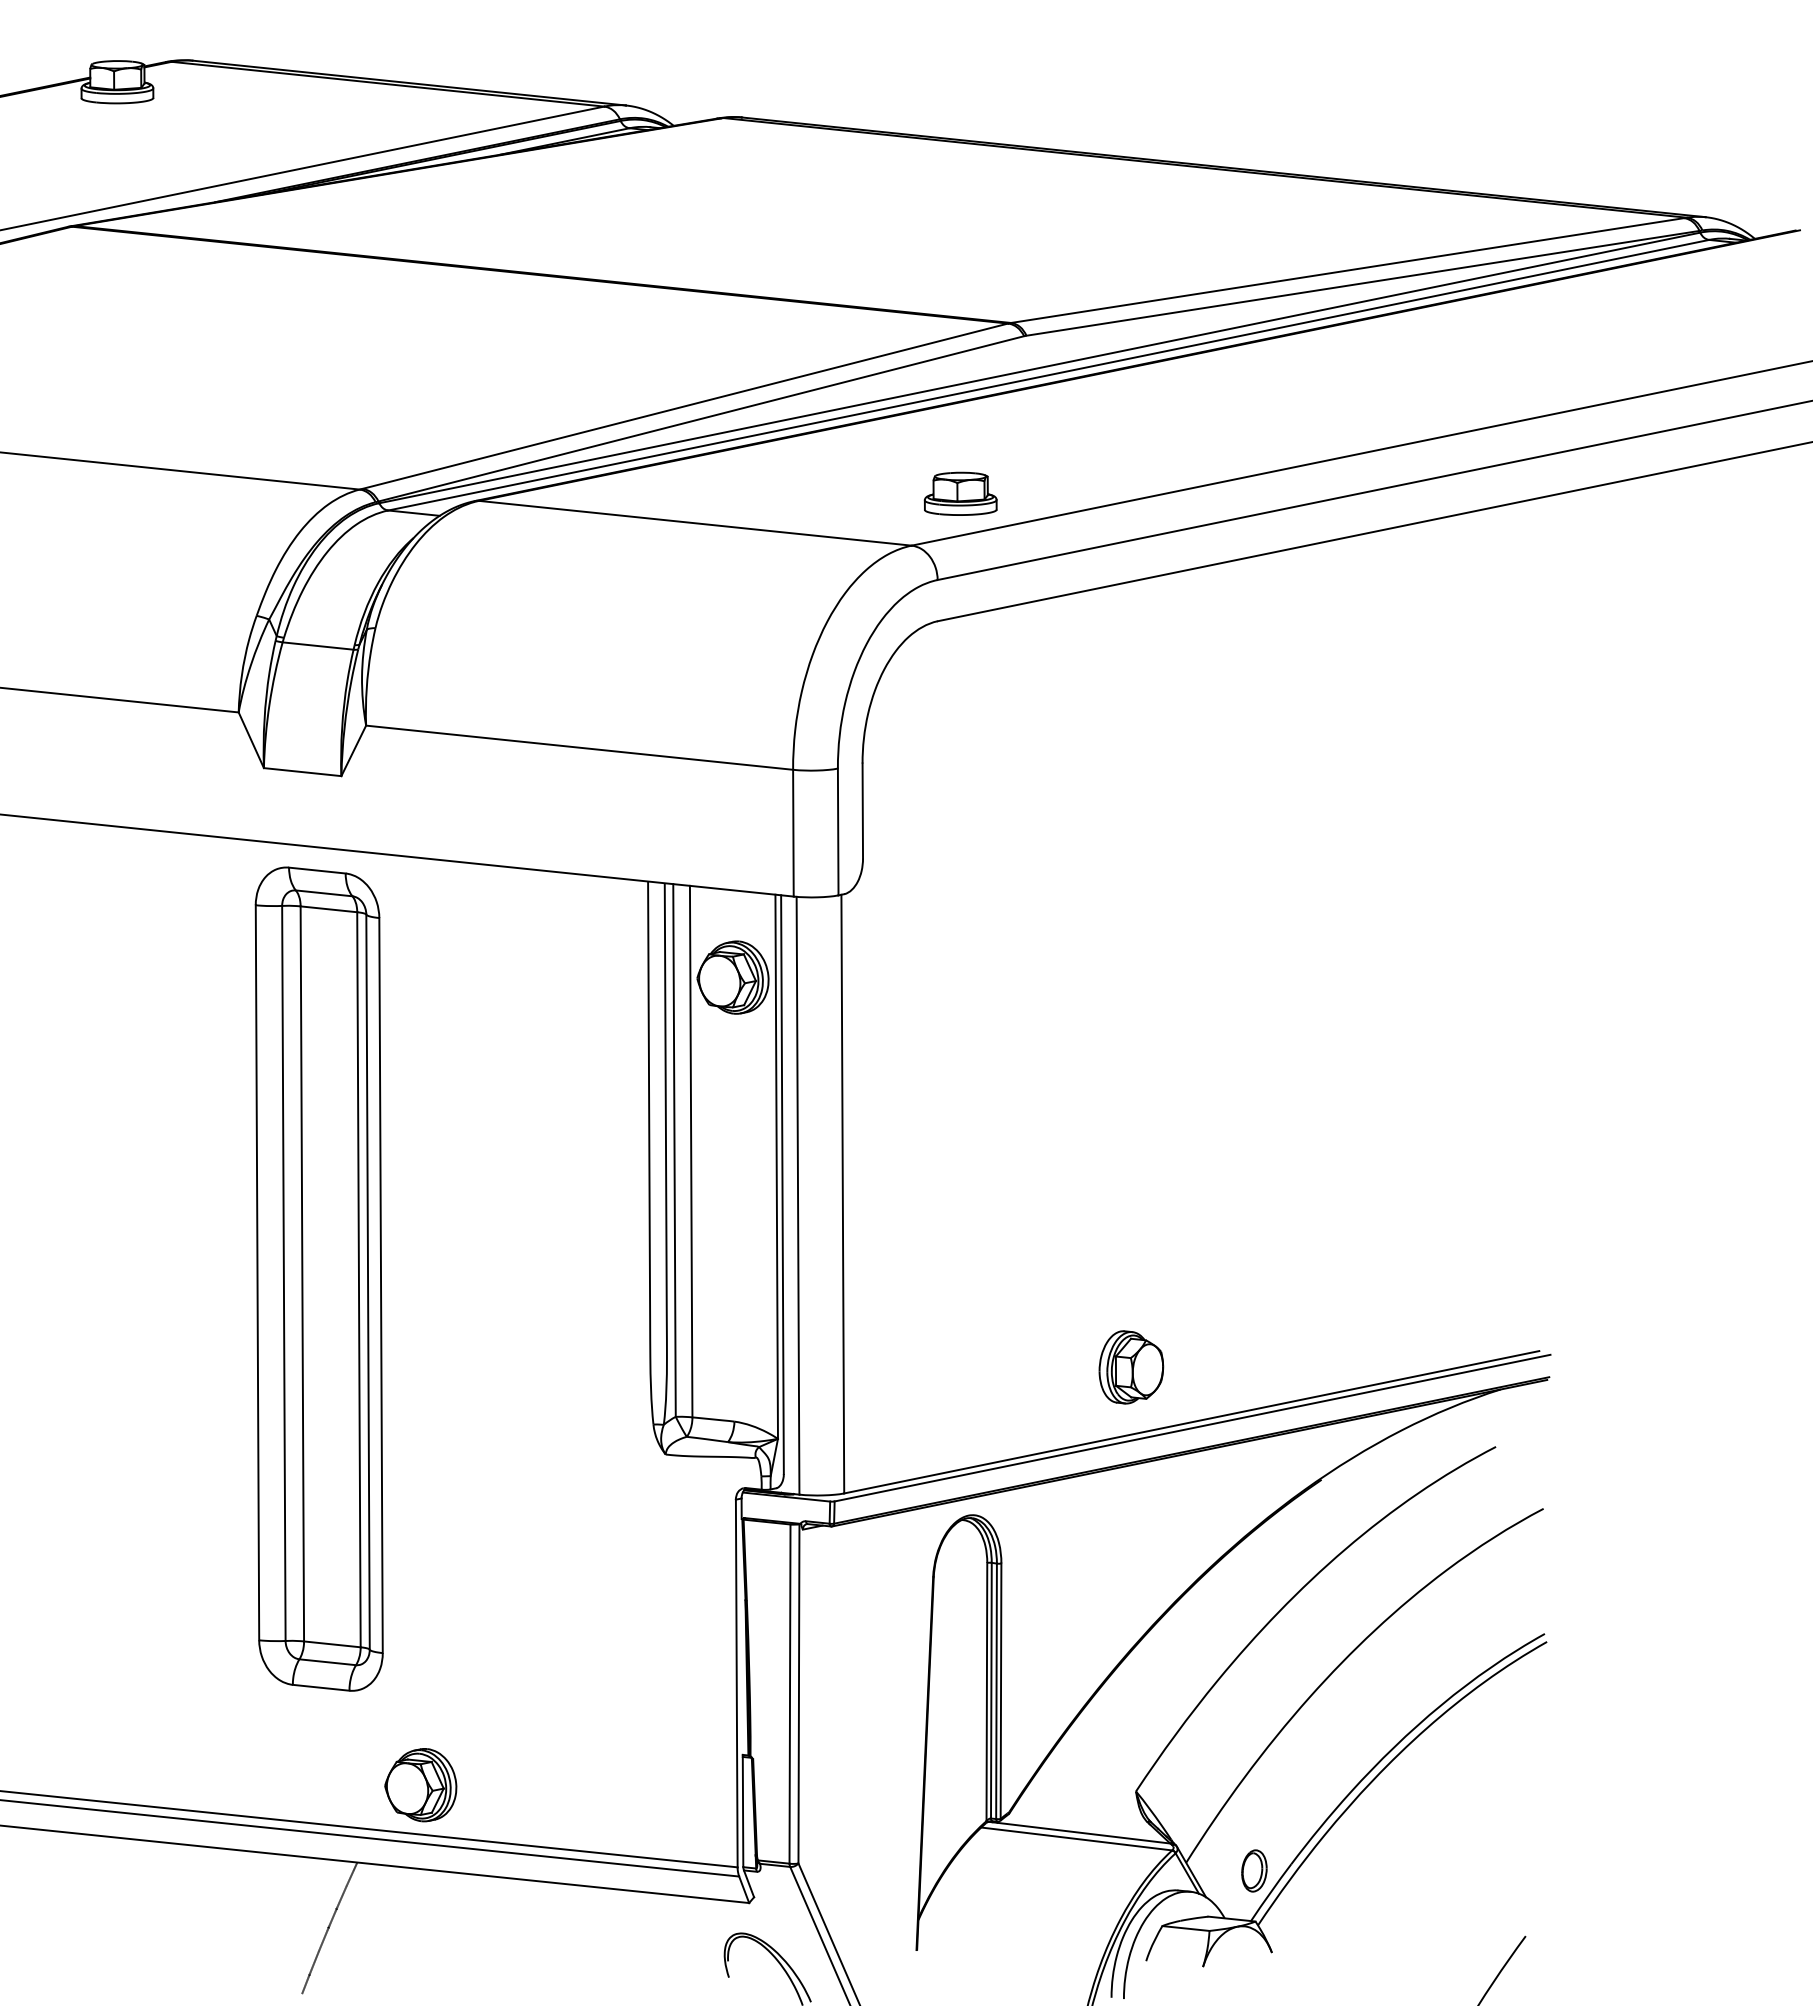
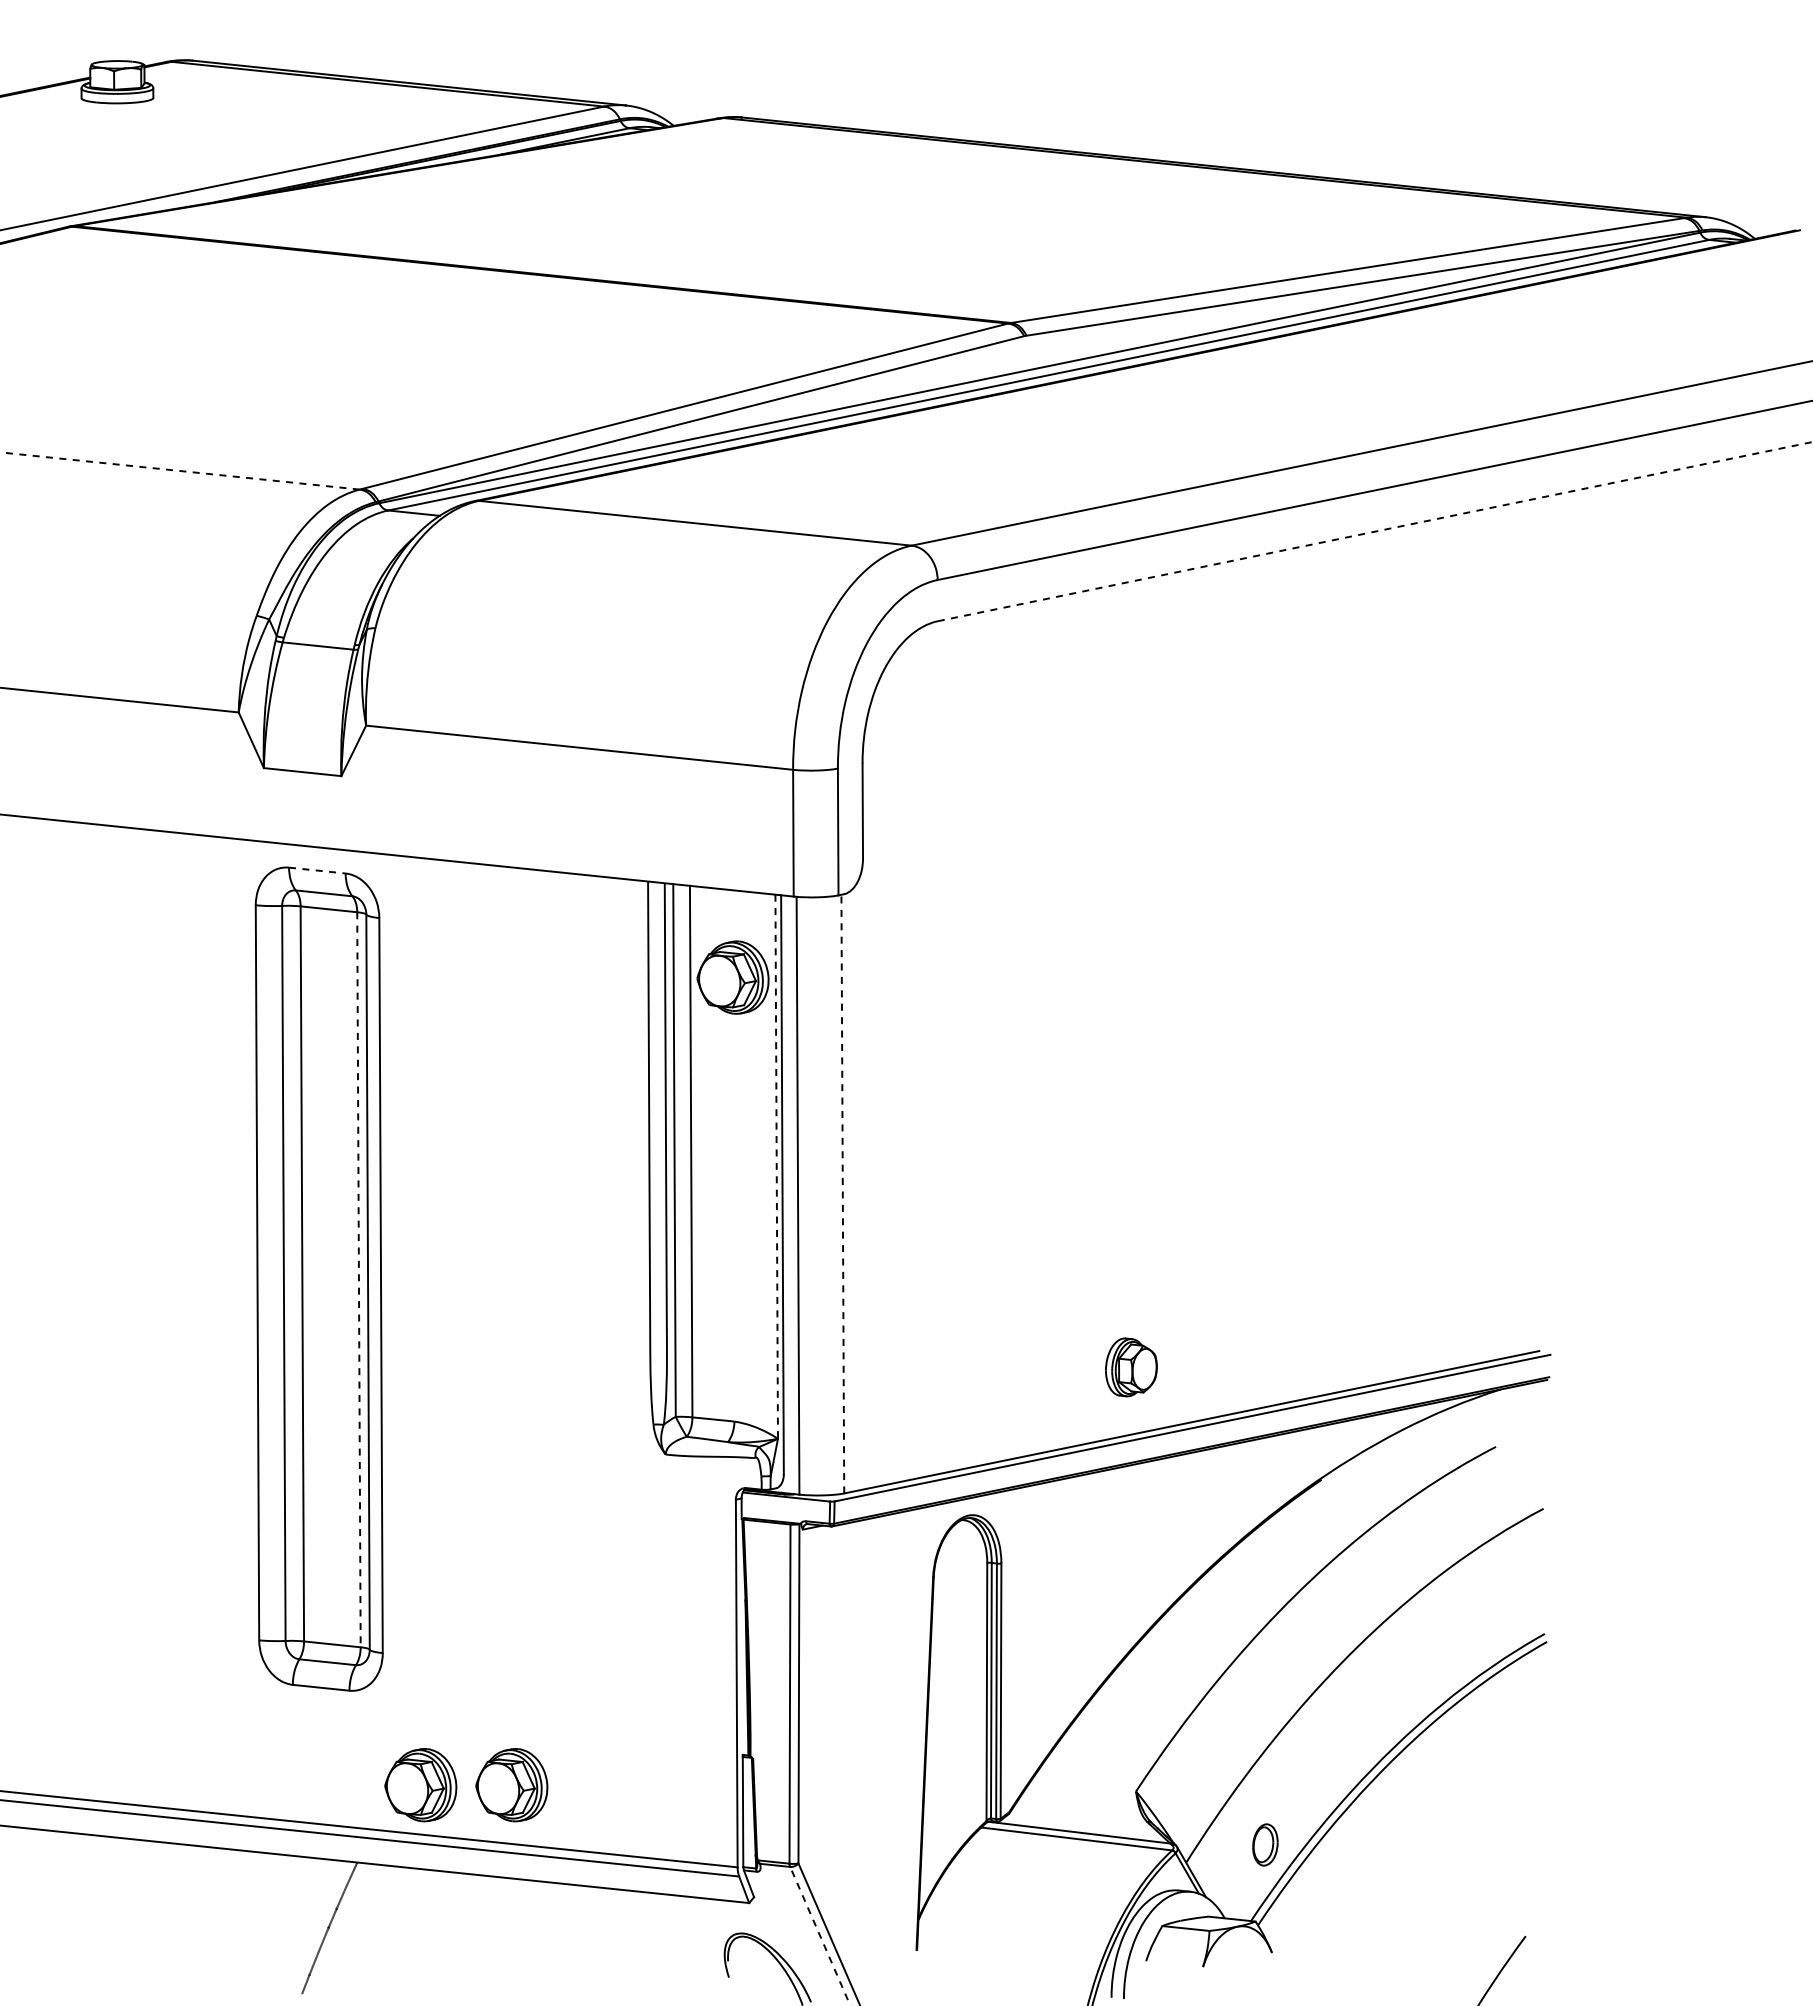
line at (179, 470): solid -> dashed
part at (960, 493): present -> none
line at (1375, 531): solid -> dashed
line at (317, 870): solid -> dashed
line at (776, 1167): solid -> dashed
line at (842, 1193): solid -> dashed
line at (358, 1279): solid -> dashed
part at (1131, 1367) size: 67x75 px -> 53x61 px
part at (511, 1785): none -> present
part at (1254, 1870) position: (1254, 1870) -> (1265, 1844)
line at (819, 1935): solid -> dashed
